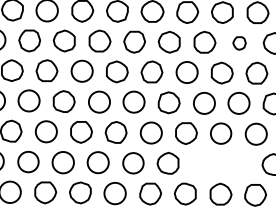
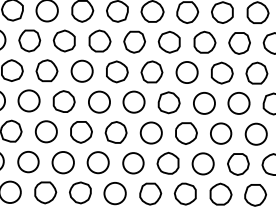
part at (239, 43) size: 15x15 px -> 23x23 px
circle at (202, 163): none -> present
part at (238, 164): none -> present
